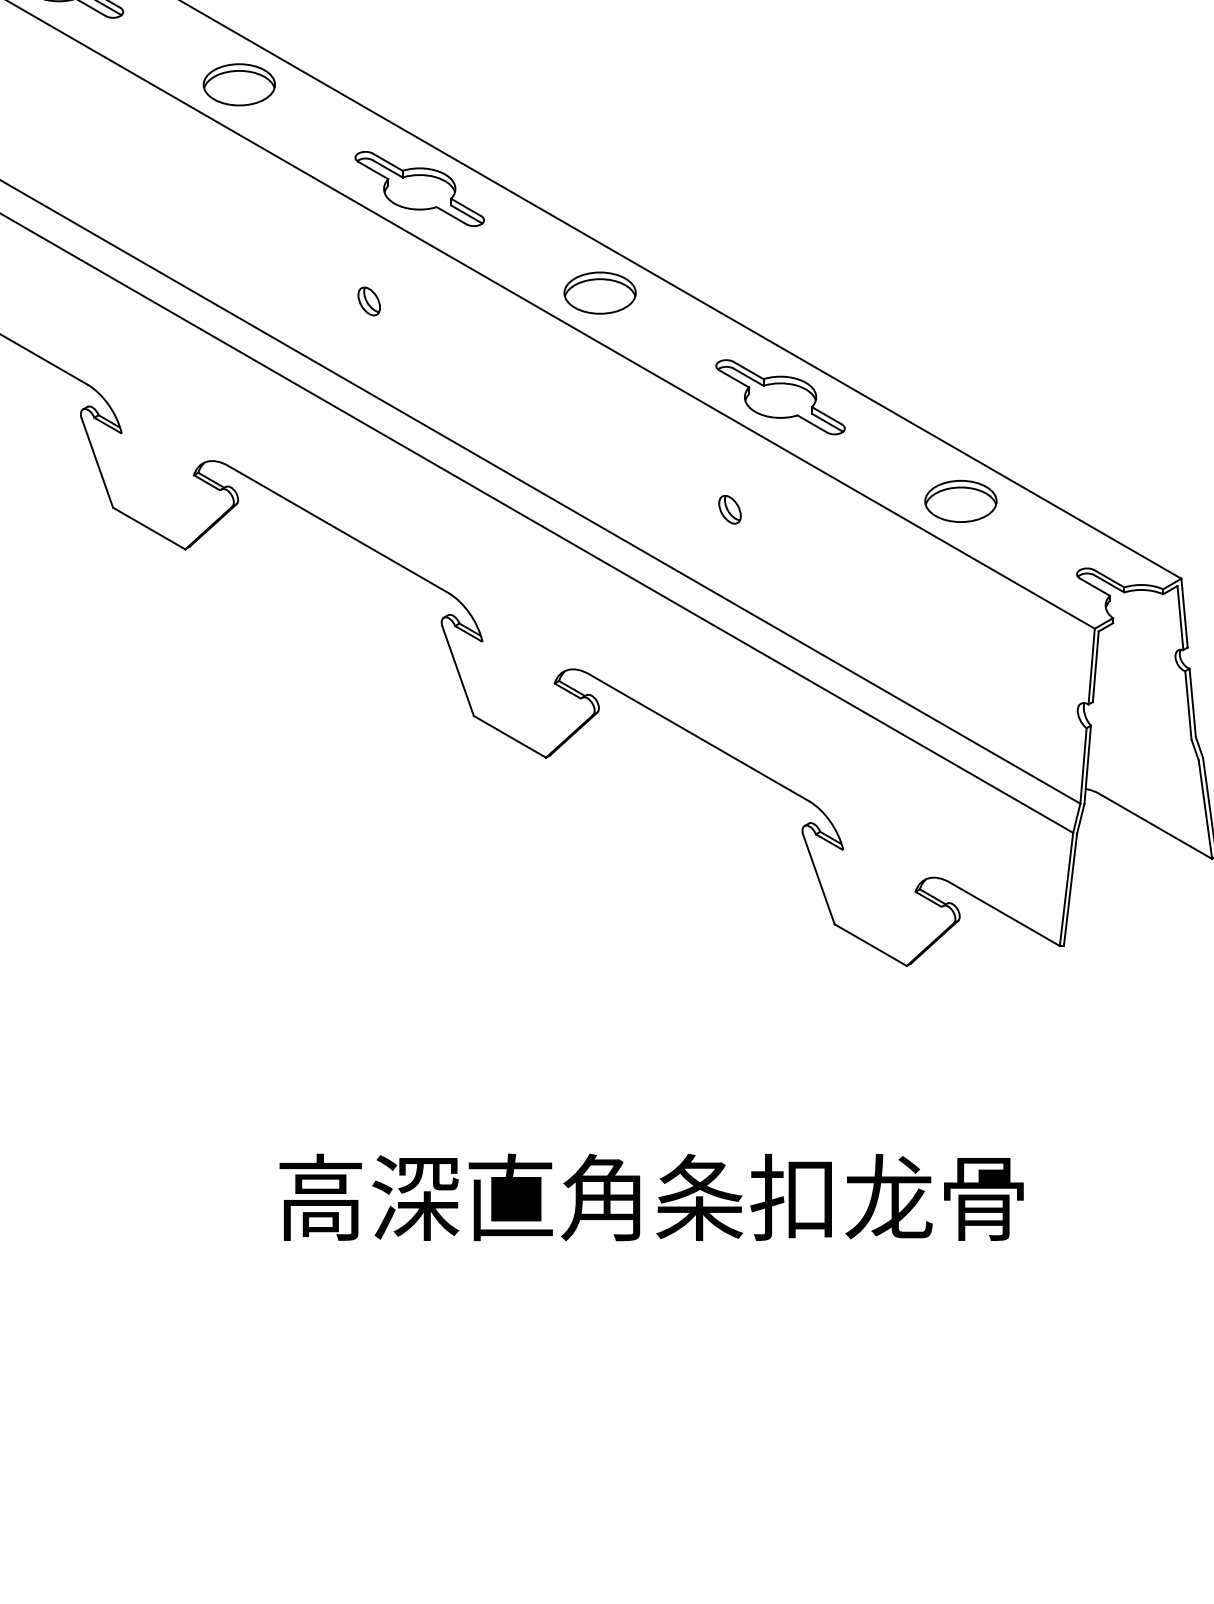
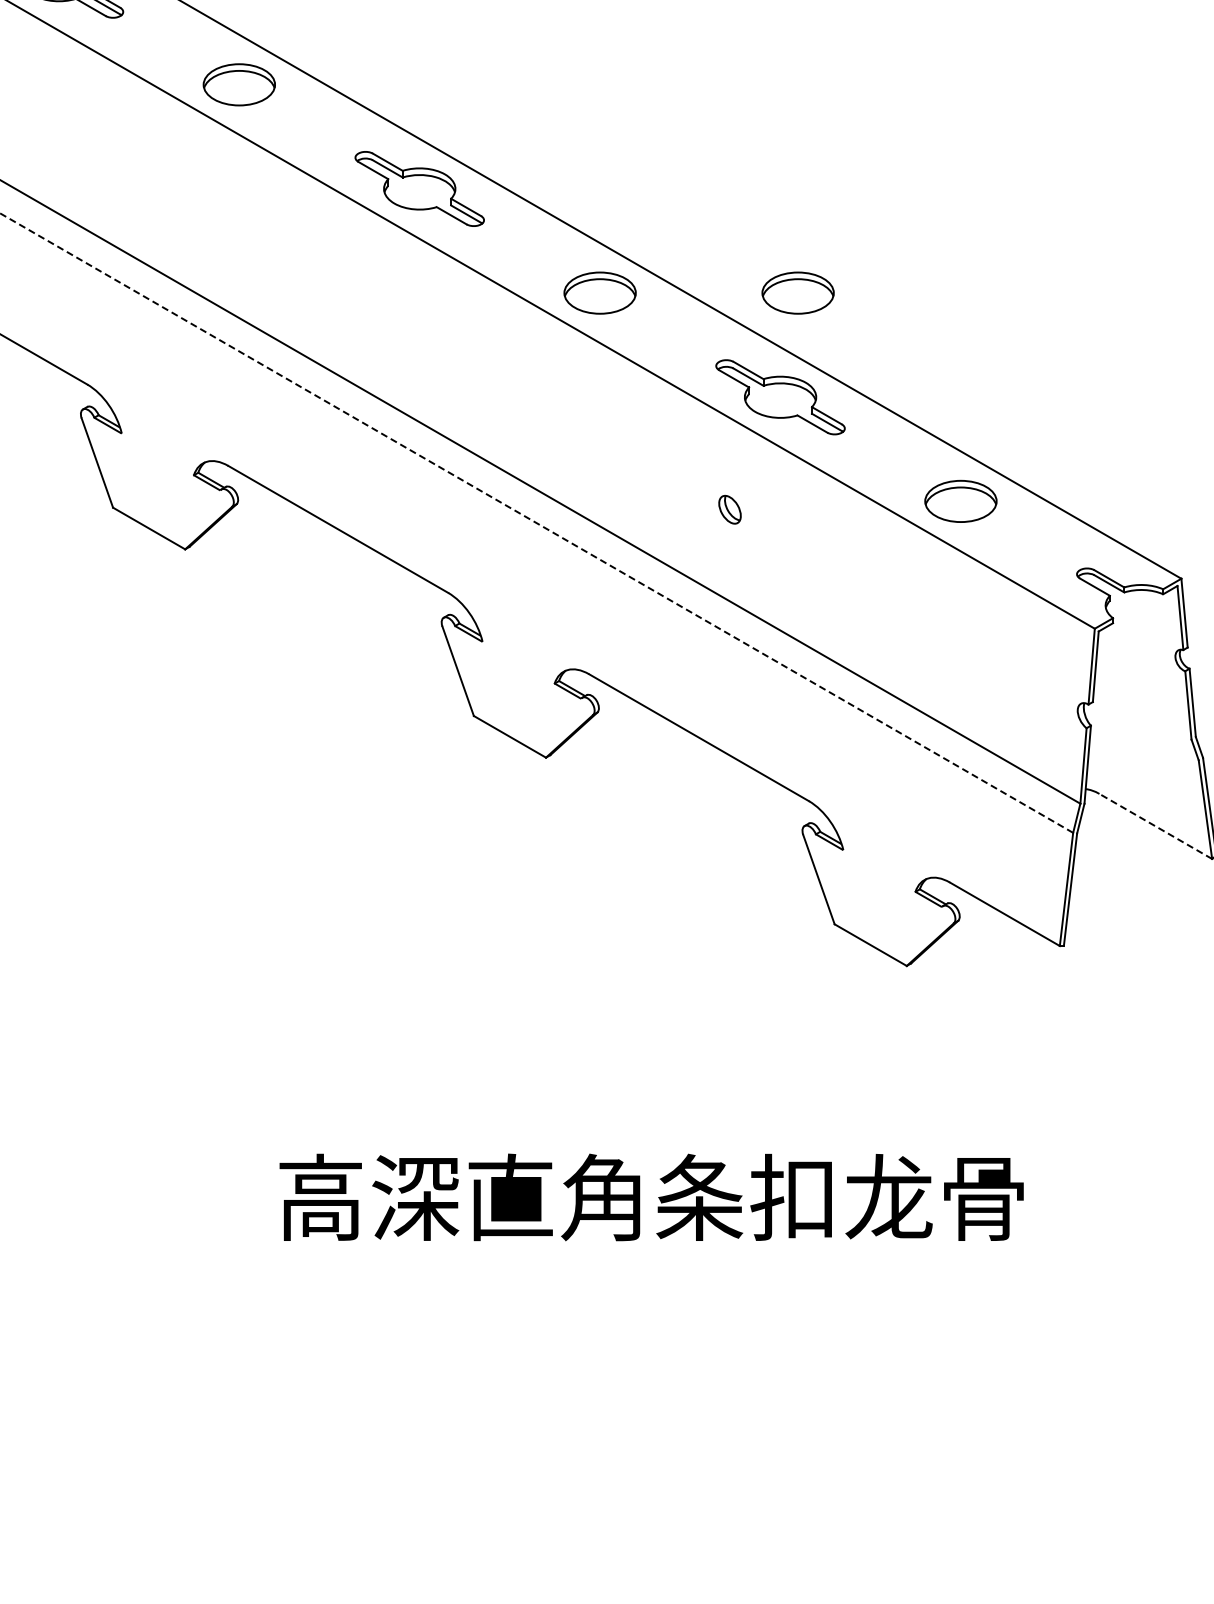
part at (797, 292): none -> present
part at (368, 301): present -> none
line at (536, 522): solid -> dashed
line at (1155, 826): solid -> dashed
